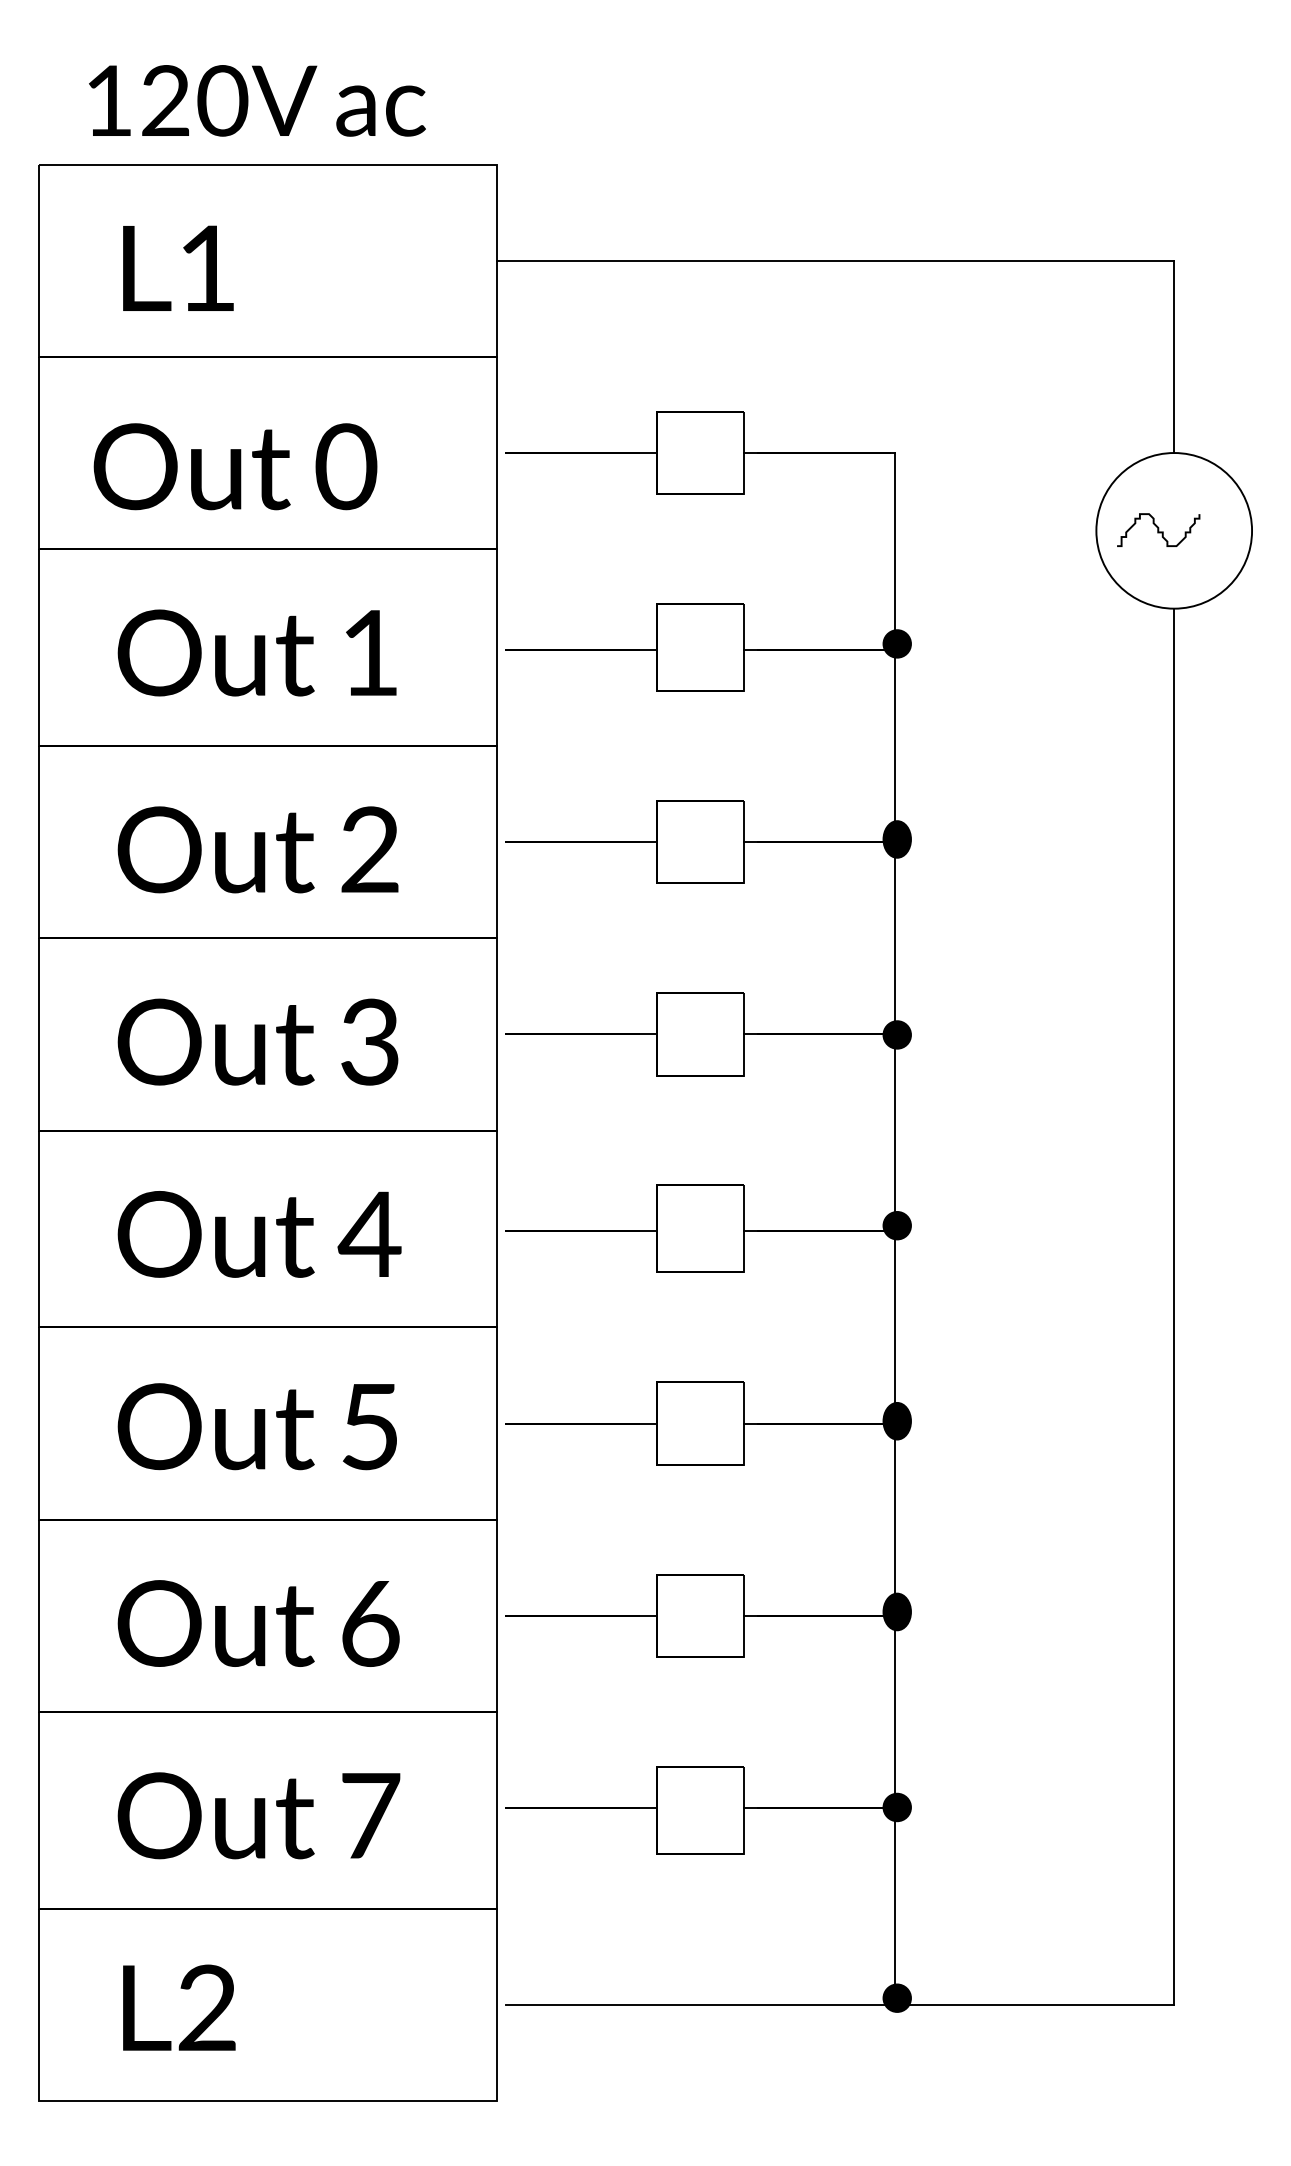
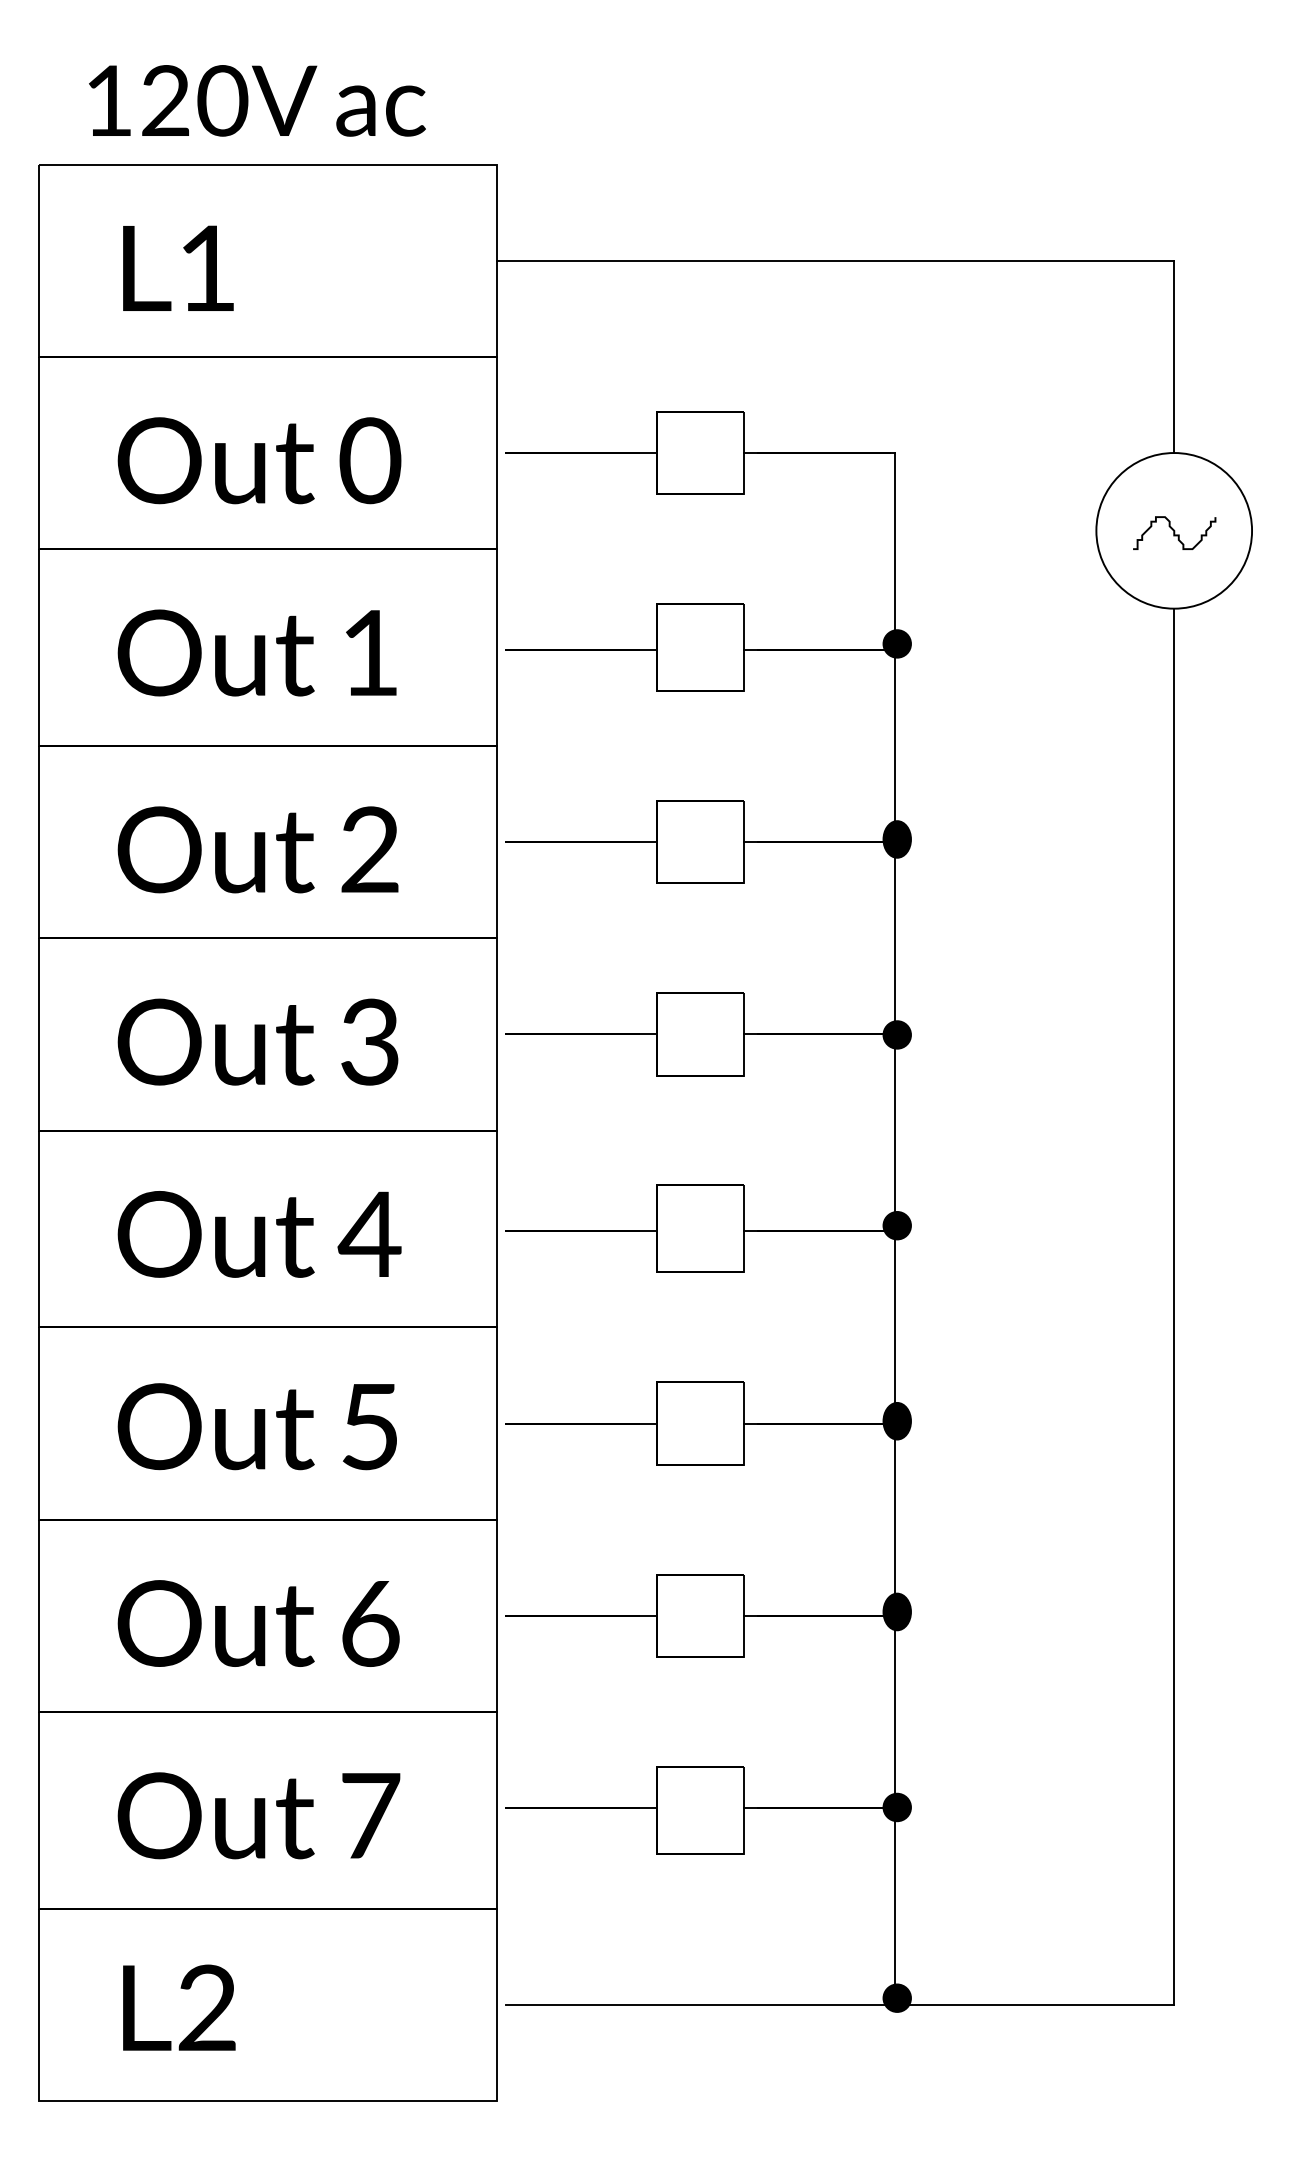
text at (235, 466) position: (235, 466) -> (259, 460)
curve at (1158, 529) position: (1158, 529) -> (1174, 532)
